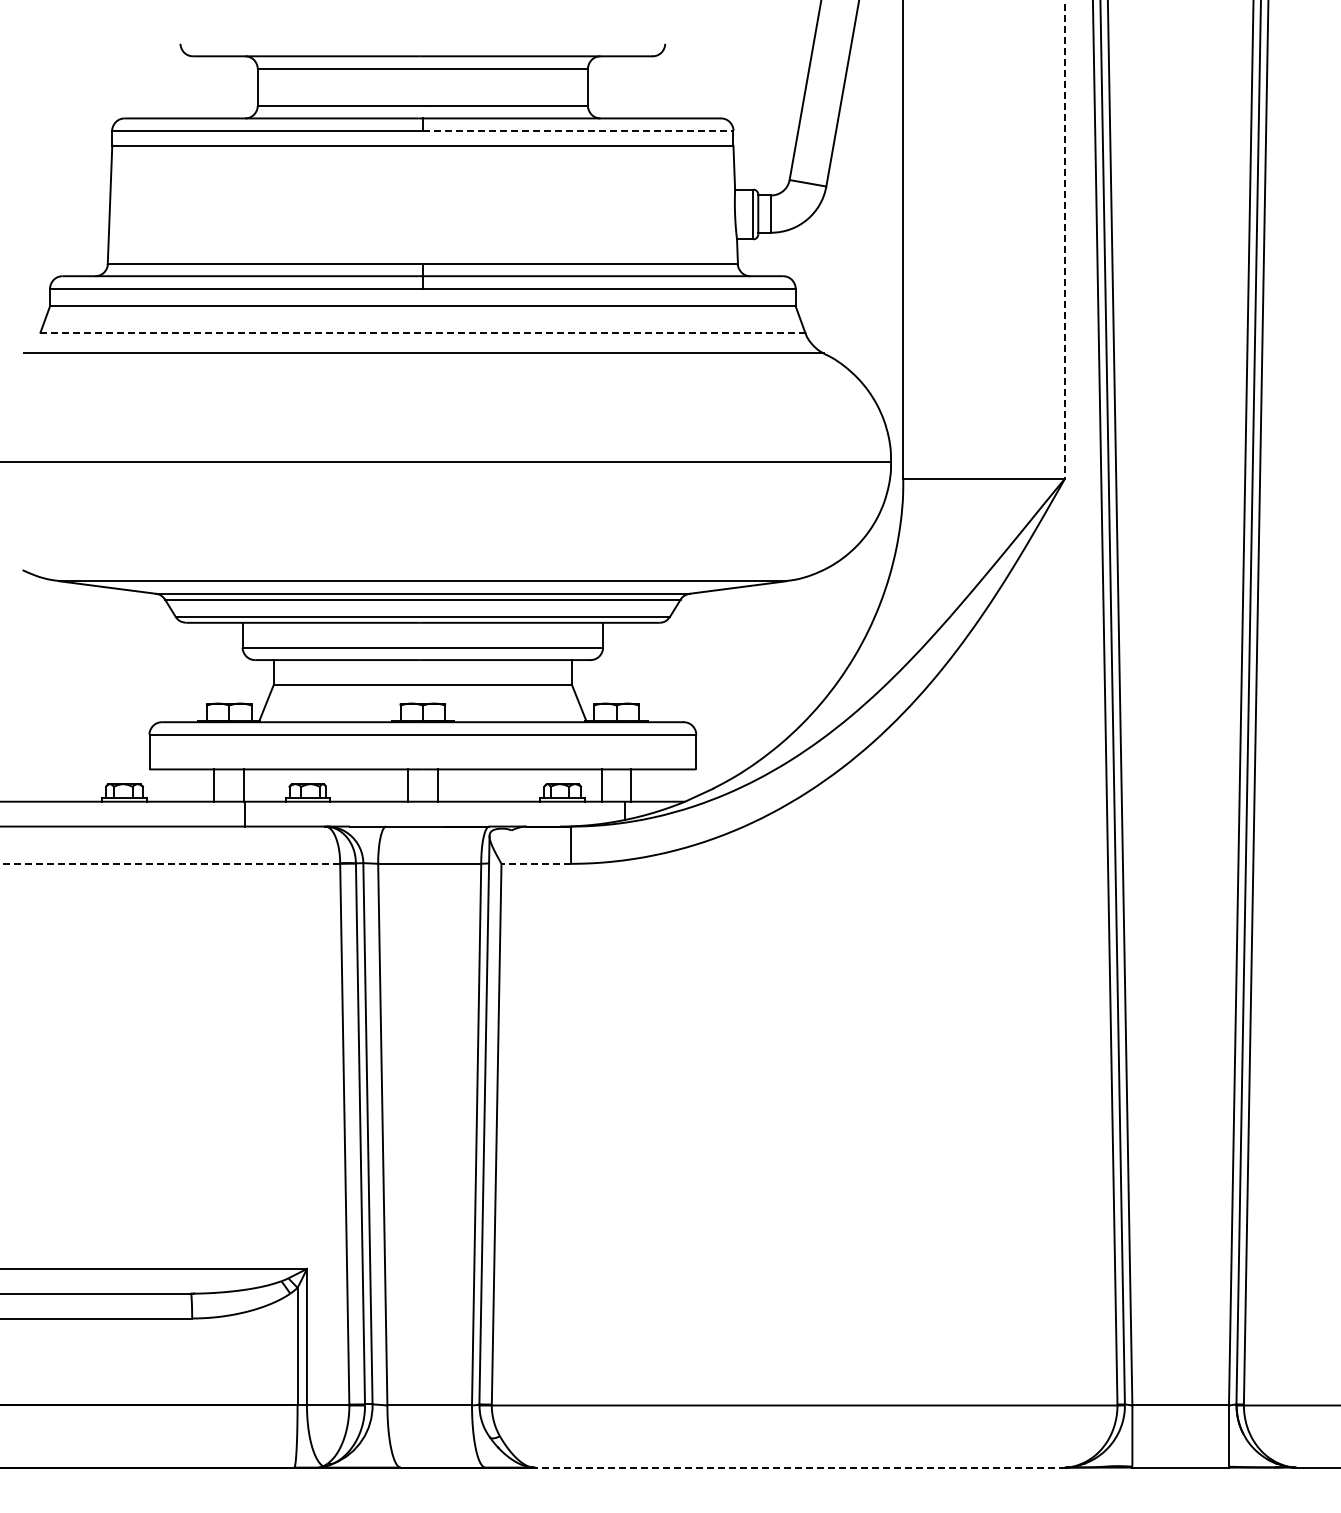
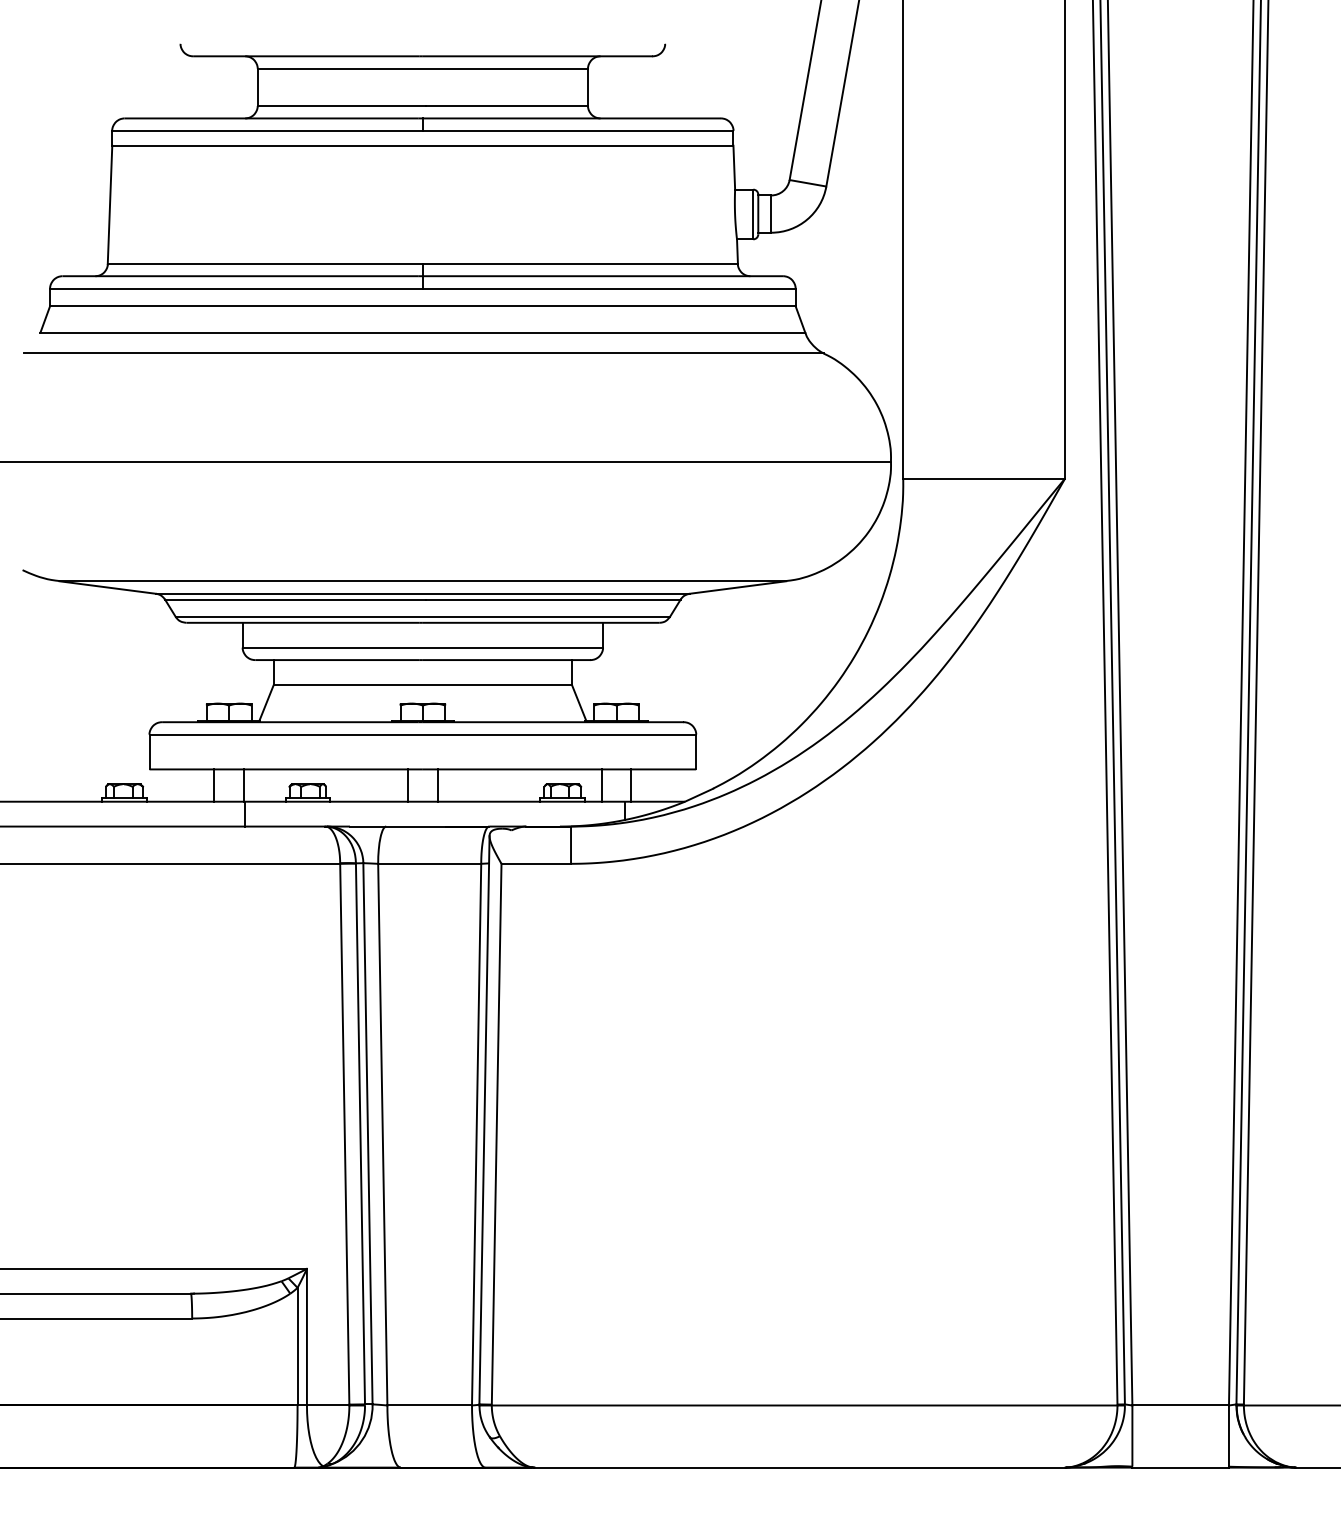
line at (578, 130): dashed -> solid
line at (1064, 239): dashed -> solid
line at (423, 332): dashed -> solid
line at (170, 863): dashed -> solid
line at (536, 863): dashed -> solid
line at (800, 1467): dashed -> solid
